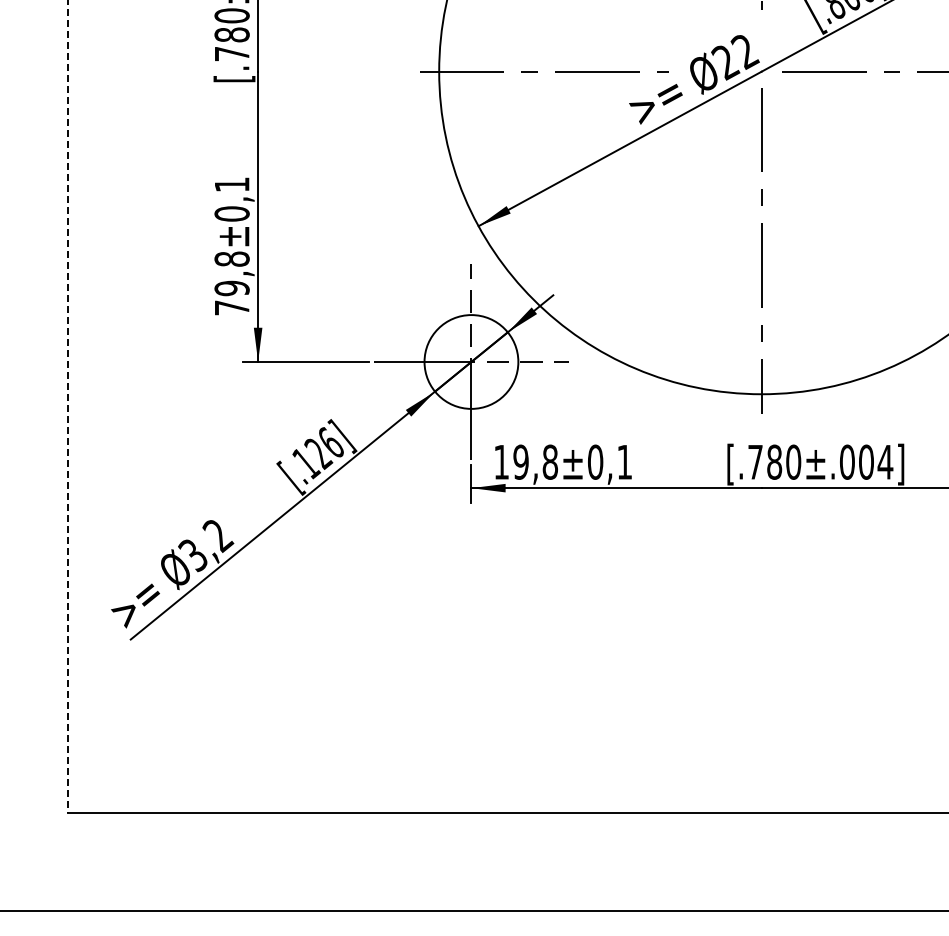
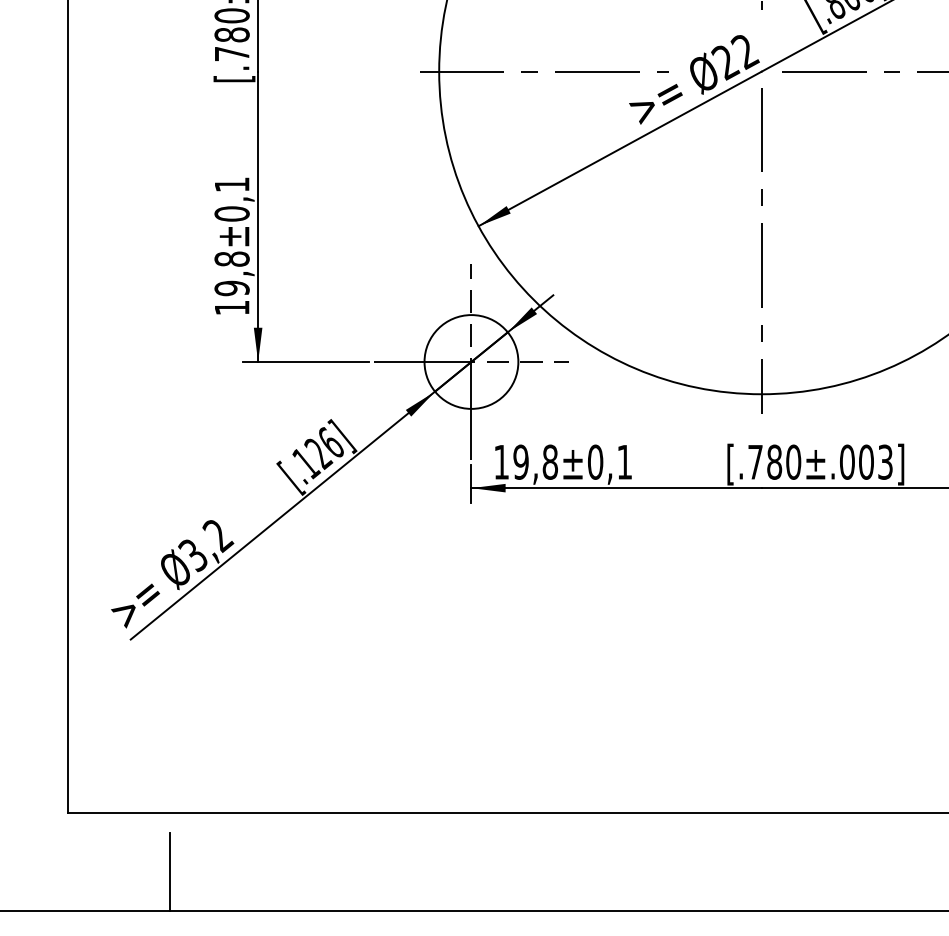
text at (232, 307): 79,8±0,1 -> 19,8±0,1
line at (67, 407): dashed -> solid
text at (885, 461): [.780±.004] -> [.780±.003]
line at (170, 871): none -> present
